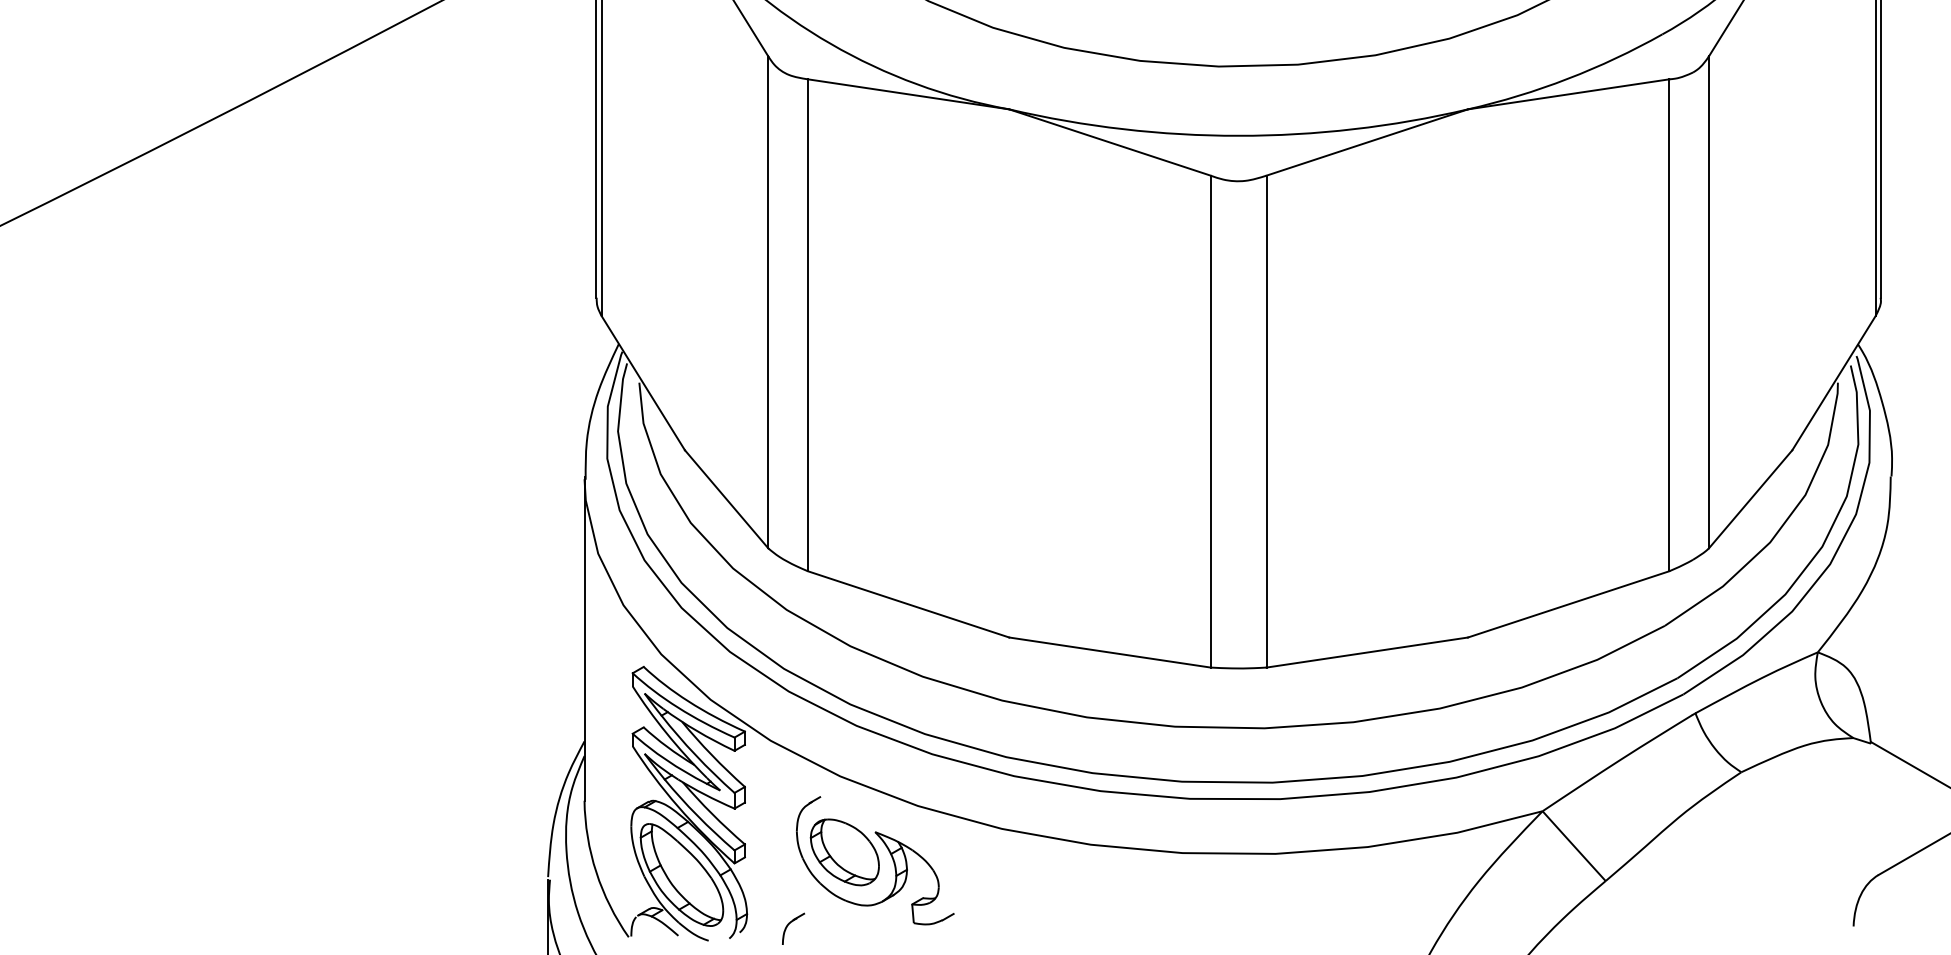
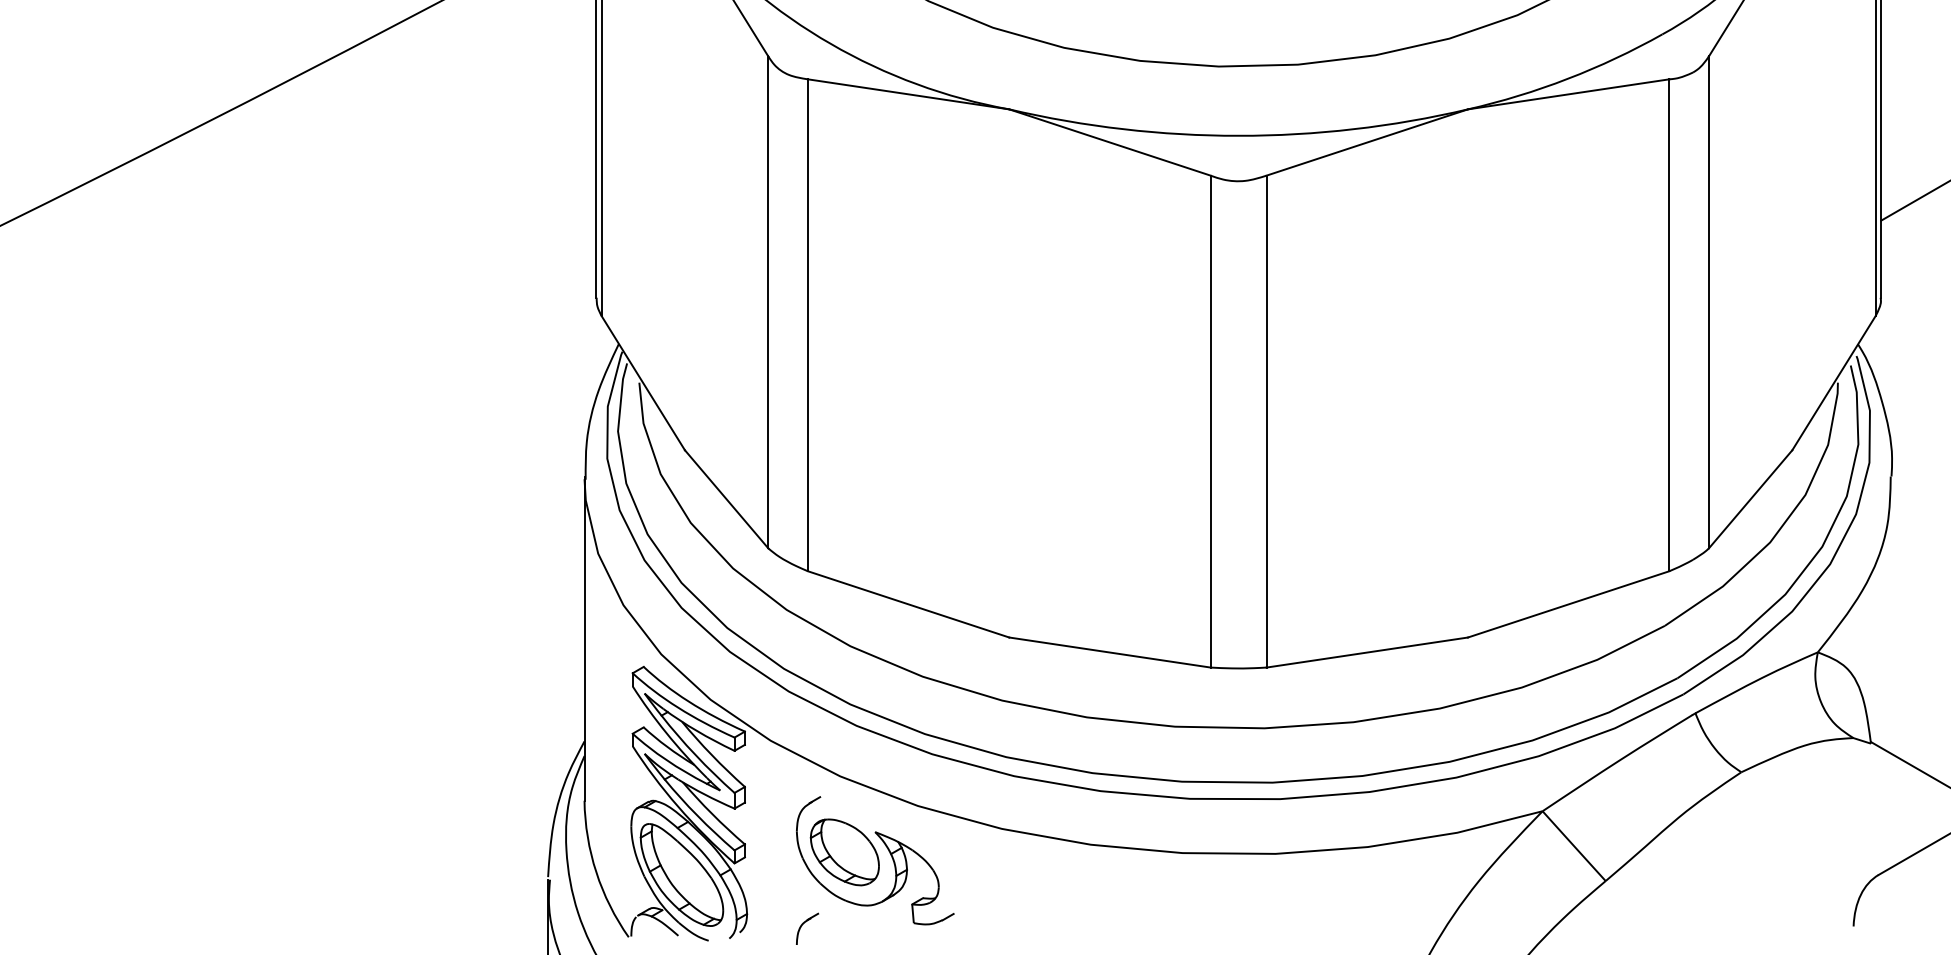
line at (1914, 201): none -> present
part at (793, 928) position: (793, 928) -> (807, 928)
